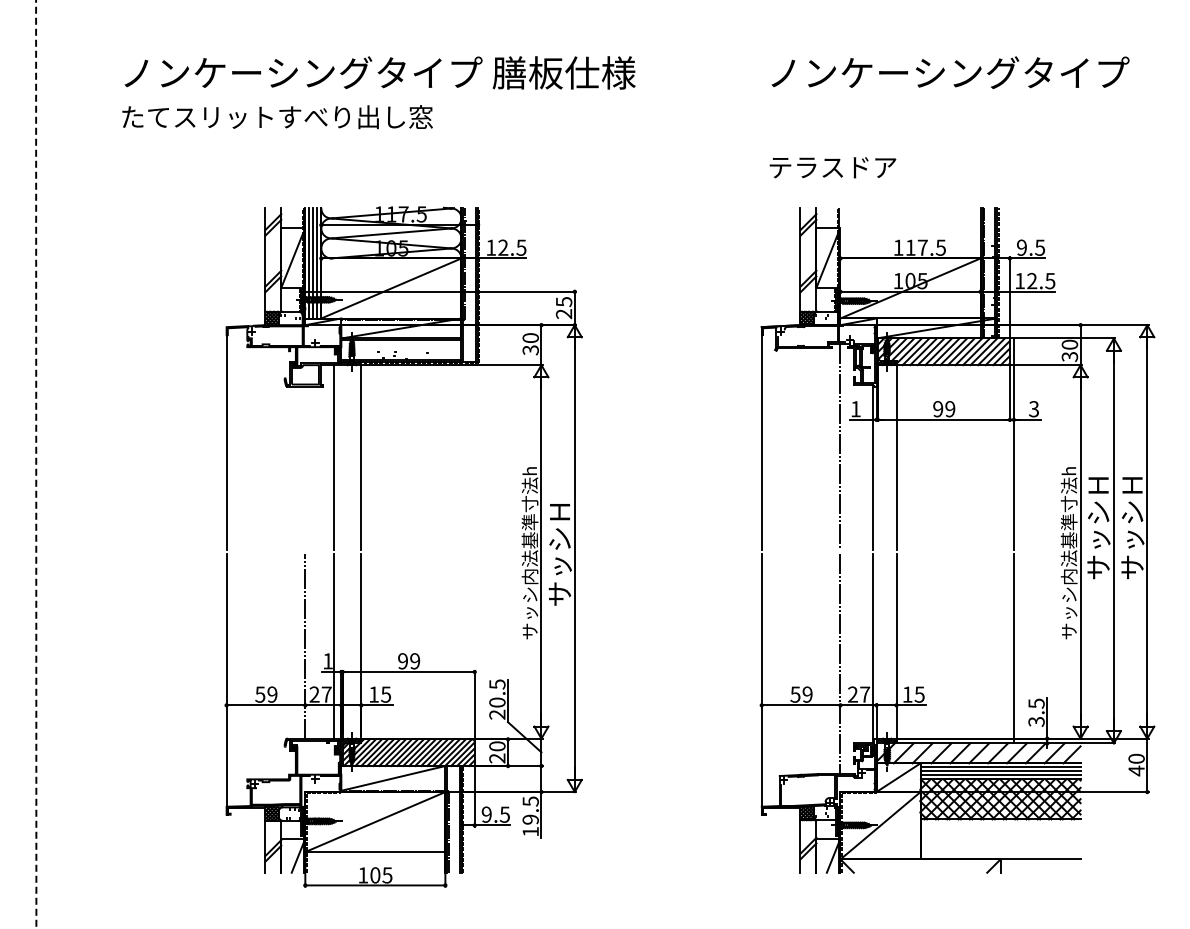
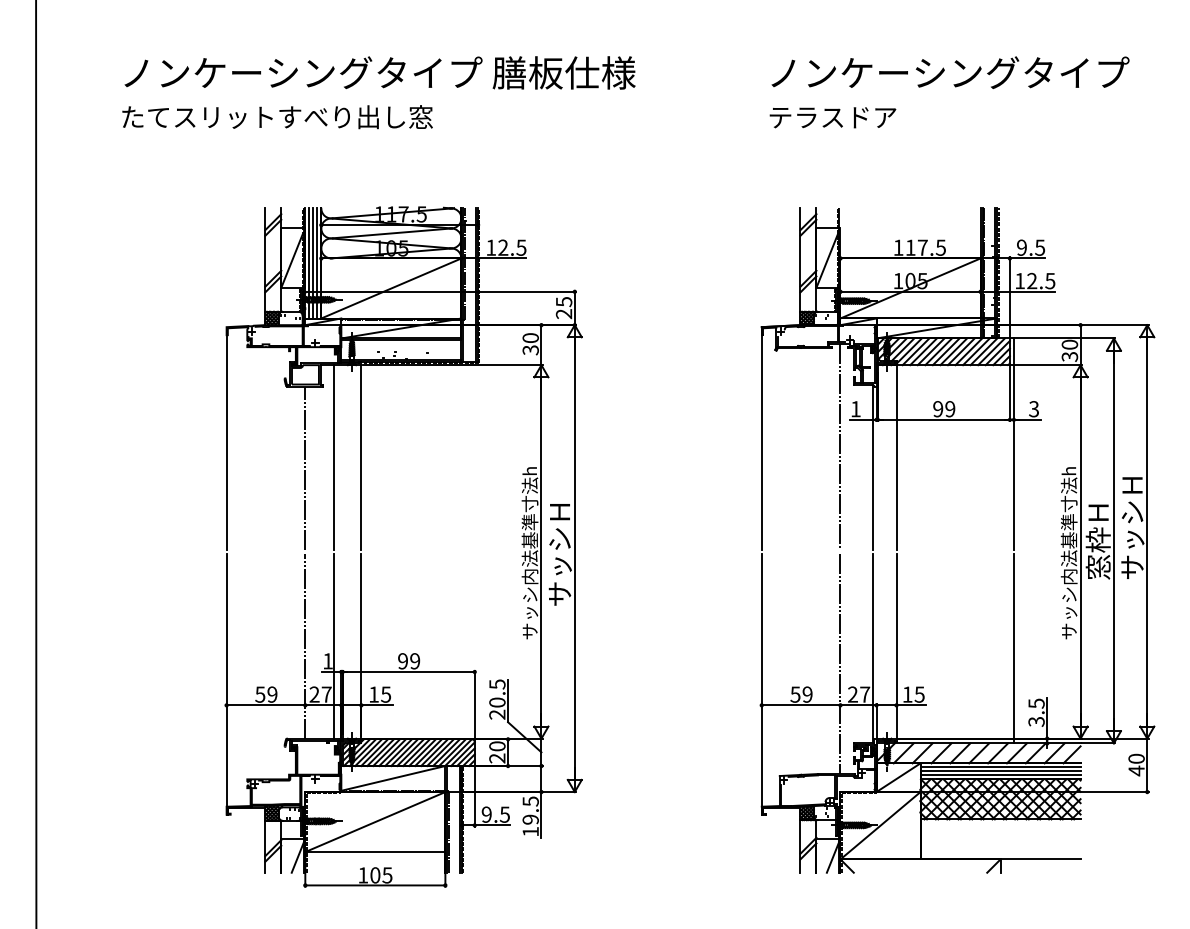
text at (832, 167) position: (832, 167) -> (832, 117)
line at (36, 464): dashed -> solid
line at (305, 467): none -> present
text at (1097, 528): サッシＨ -> 窓枠Ｈ
